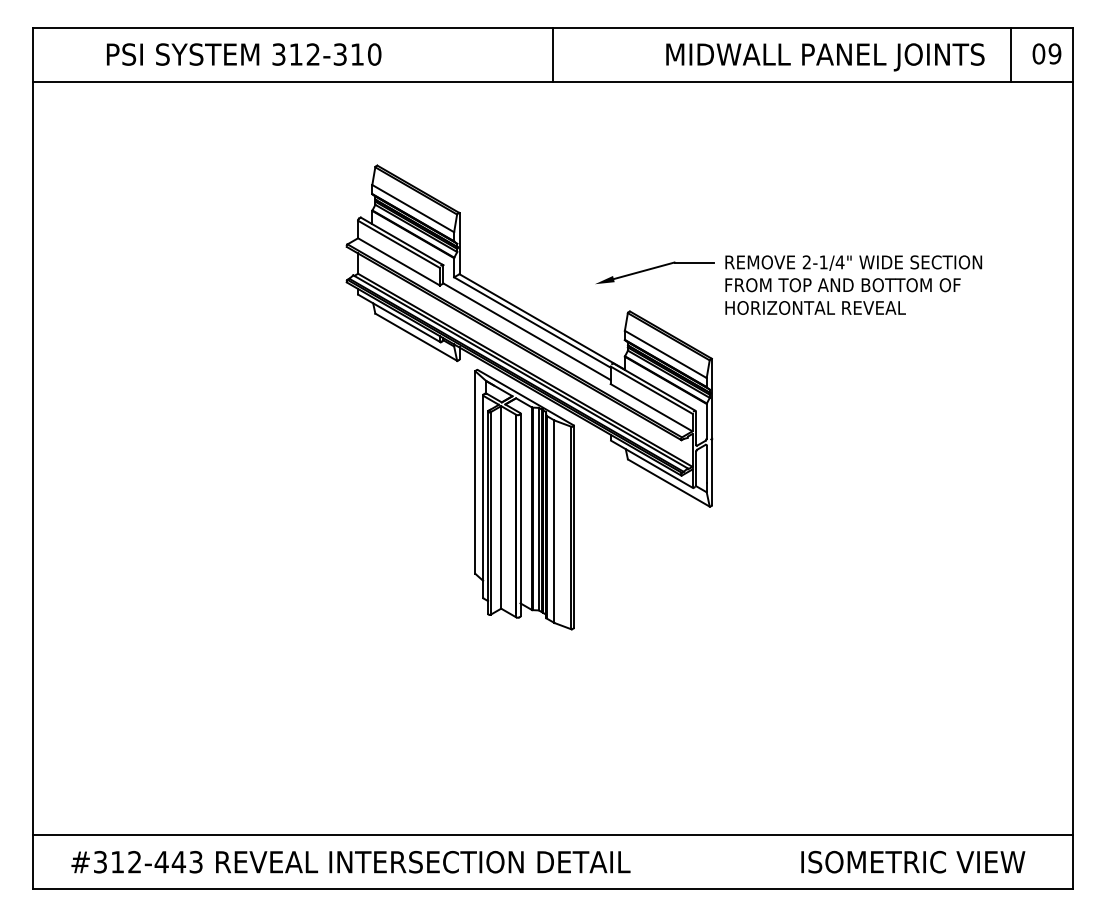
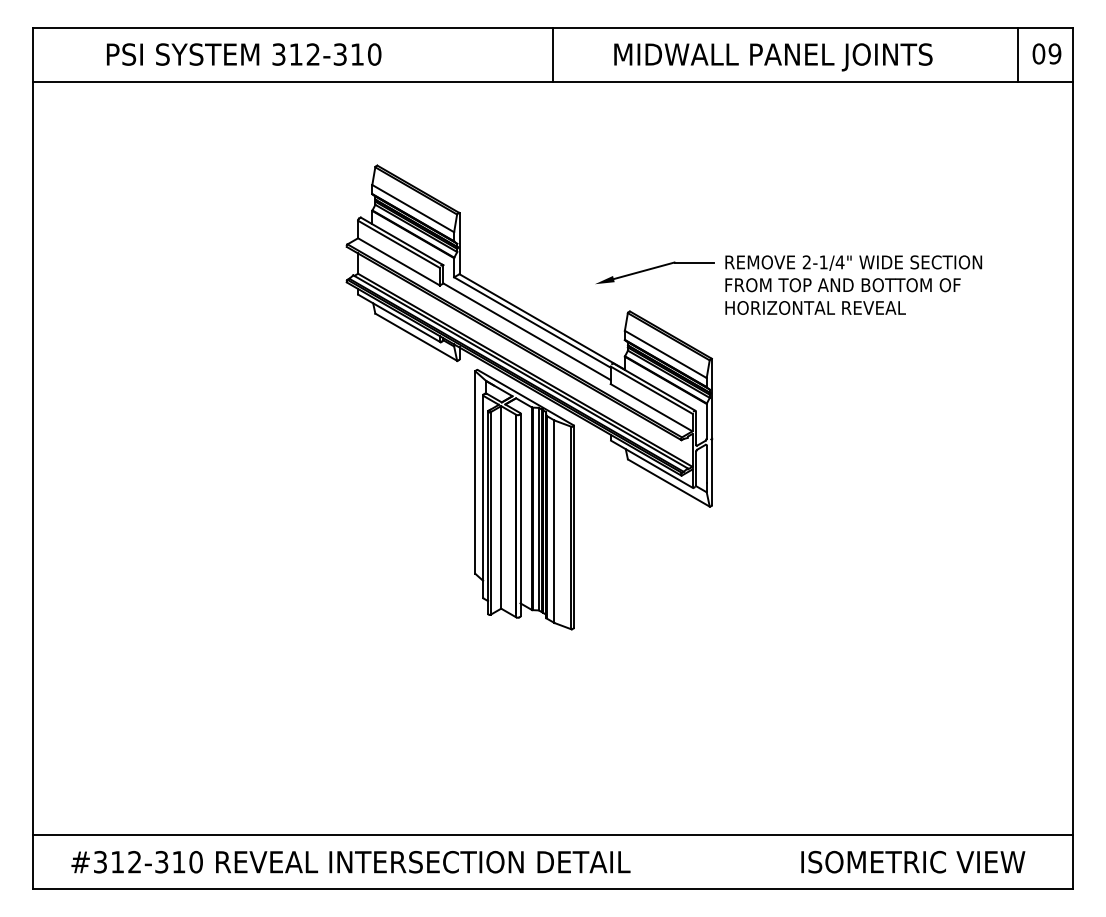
line at (1011, 54) position: (1011, 54) -> (1018, 54)
text at (825, 57) position: (825, 57) -> (773, 57)
text at (178, 861): #312-443 -> #312-310
